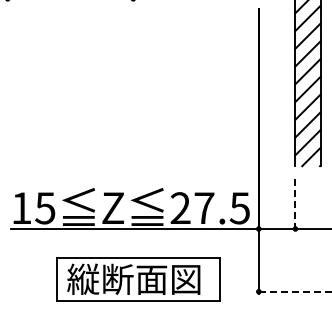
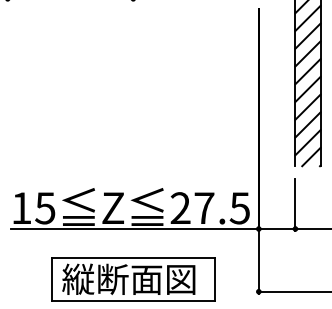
line at (295, 205): dashed -> solid
part at (138, 279) position: (138, 279) -> (133, 279)
line at (295, 291): dashed -> solid
